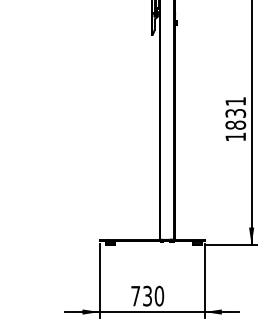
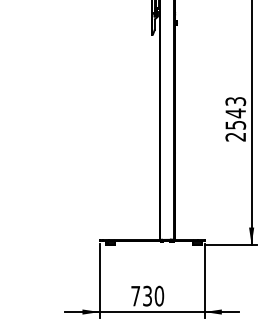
text at (235, 119): 1831 -> 2543
